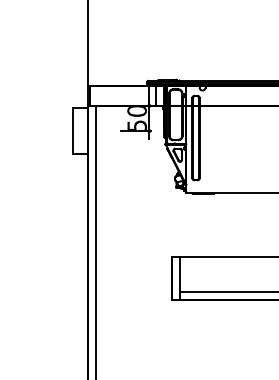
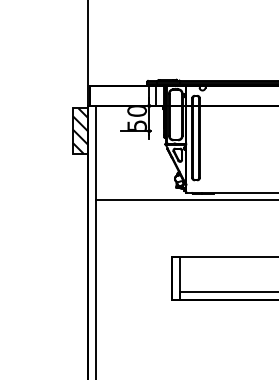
hatch at (80, 130): none -> present
line at (185, 199): none -> present
